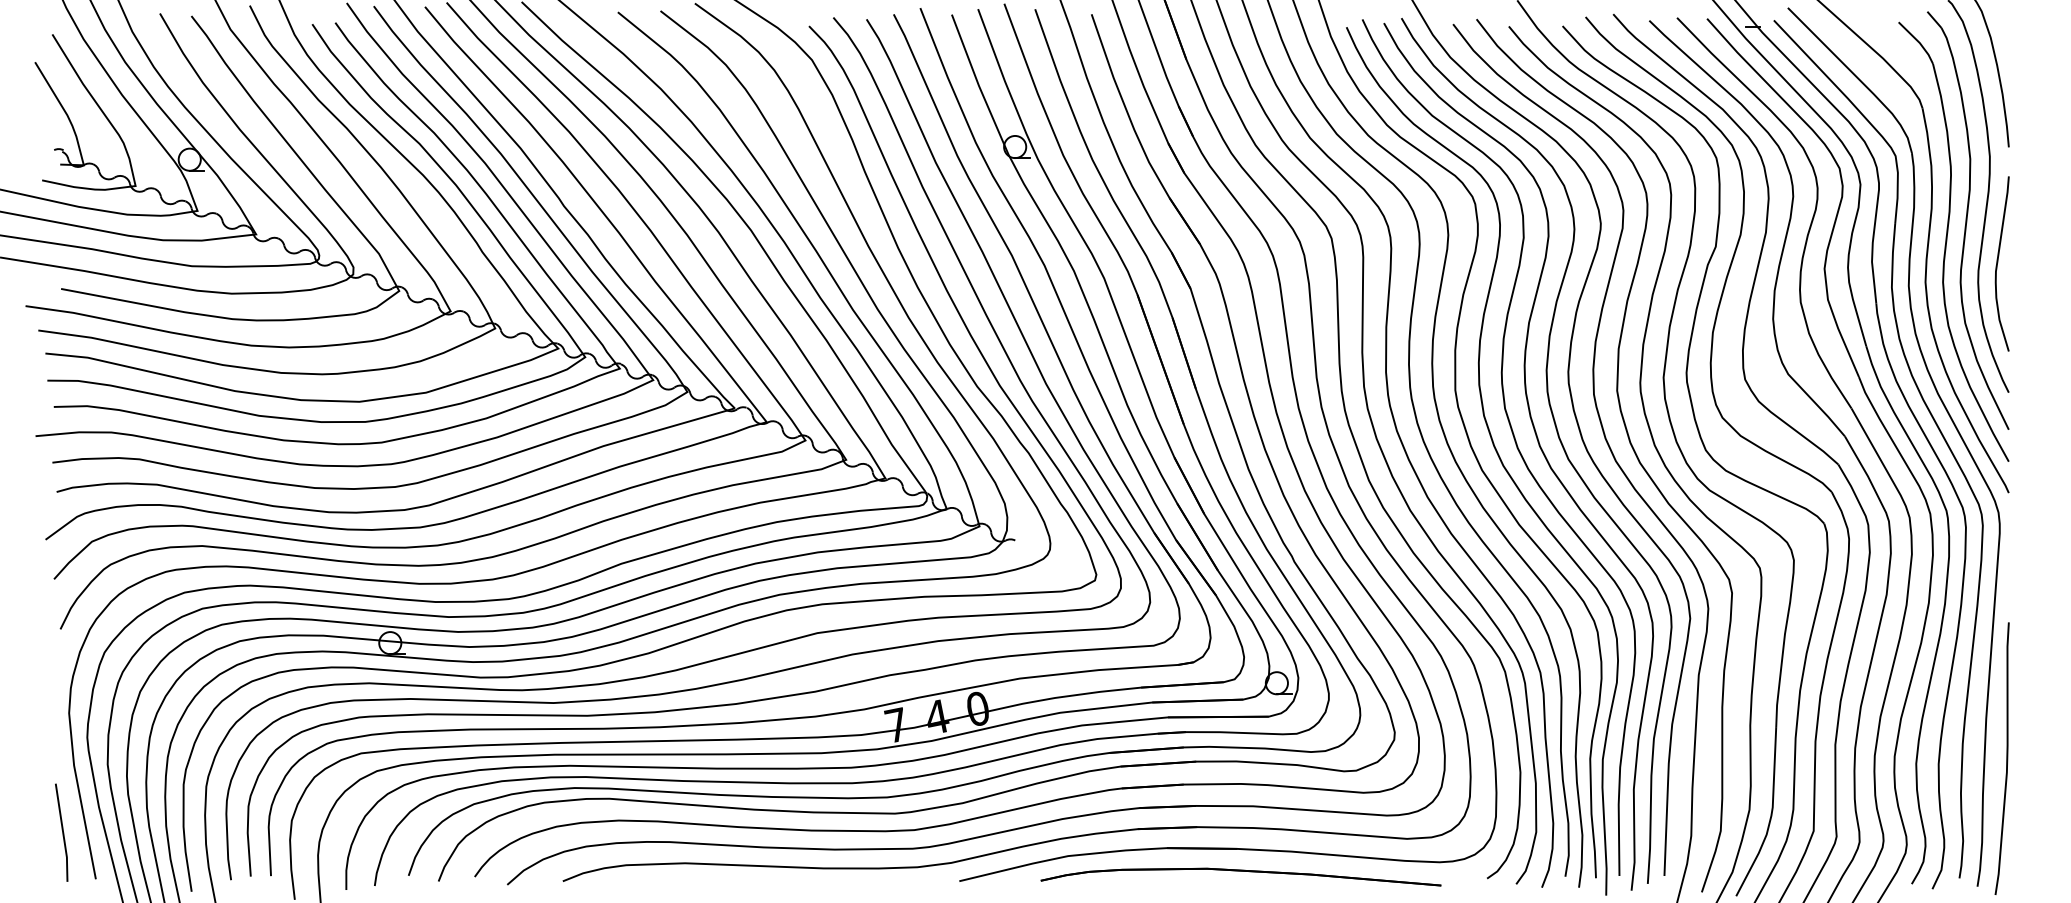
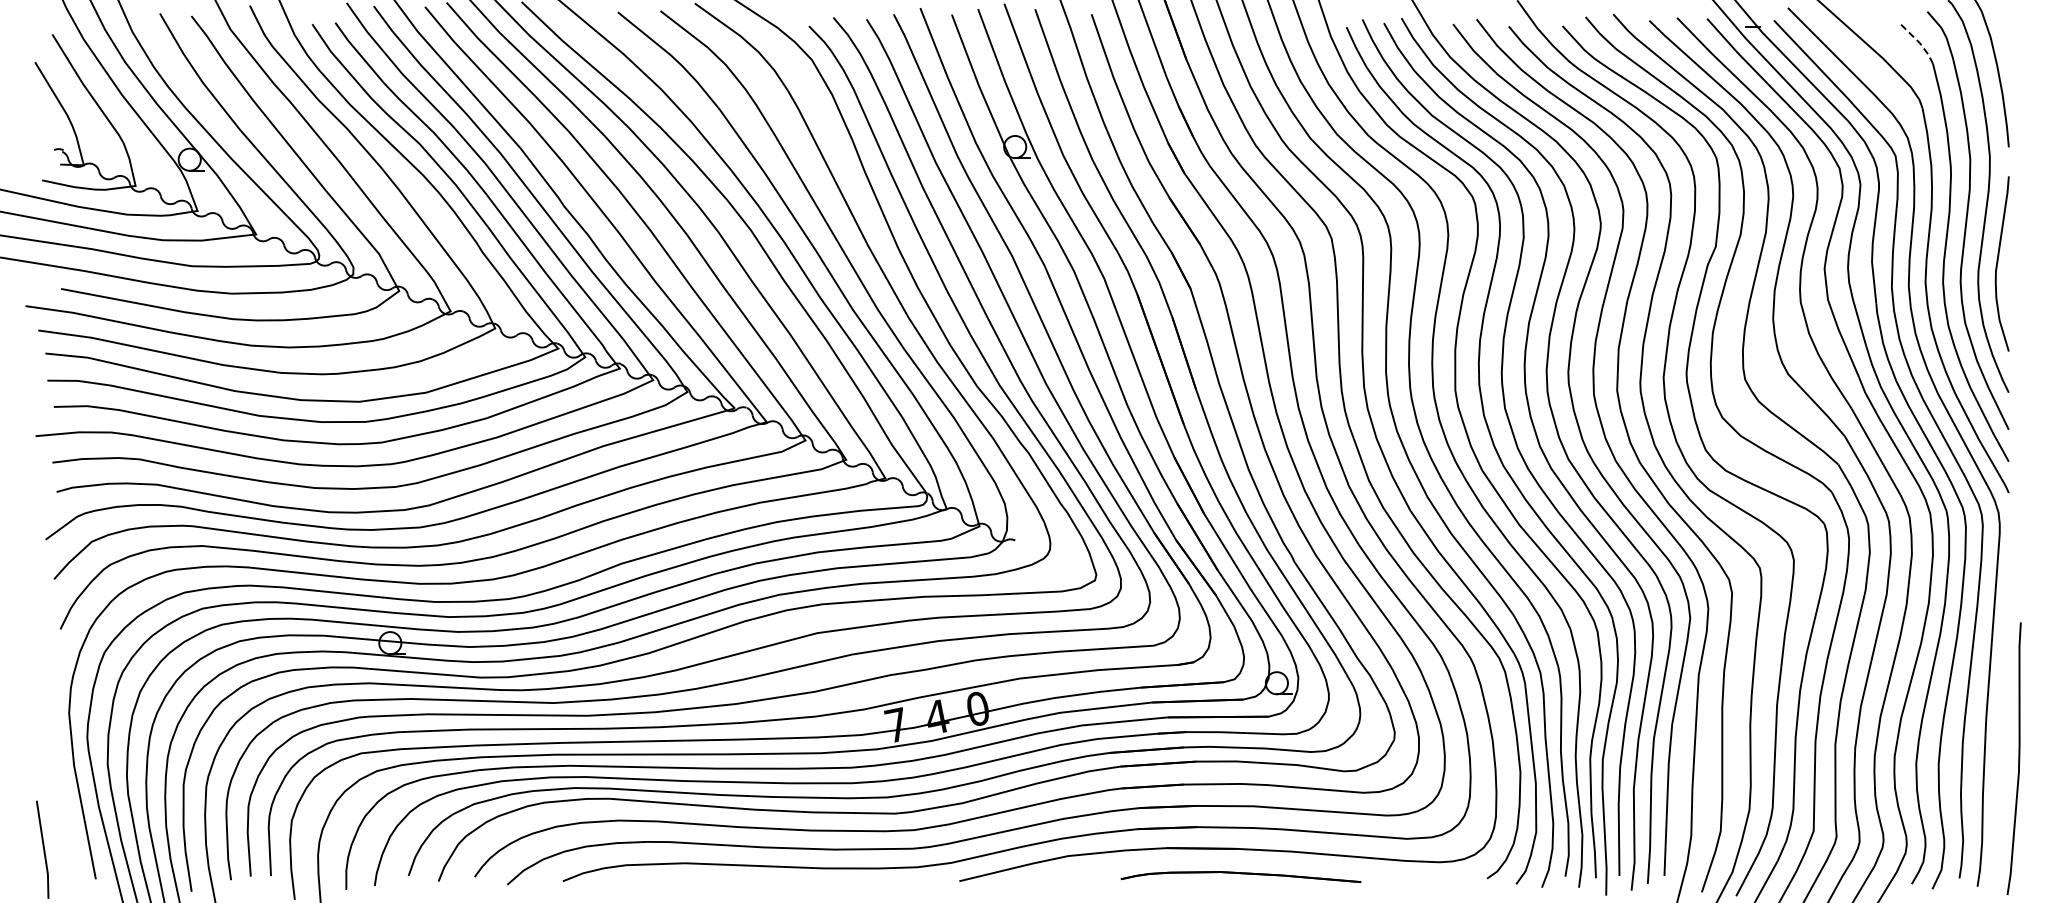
line at (1919, 42): solid -> dashed
curve at (2006, 758) position: (2006, 758) -> (2018, 758)
line at (62, 832) position: (62, 832) -> (43, 849)
part at (1240, 876) size: 402x20 px -> 242x12 px
